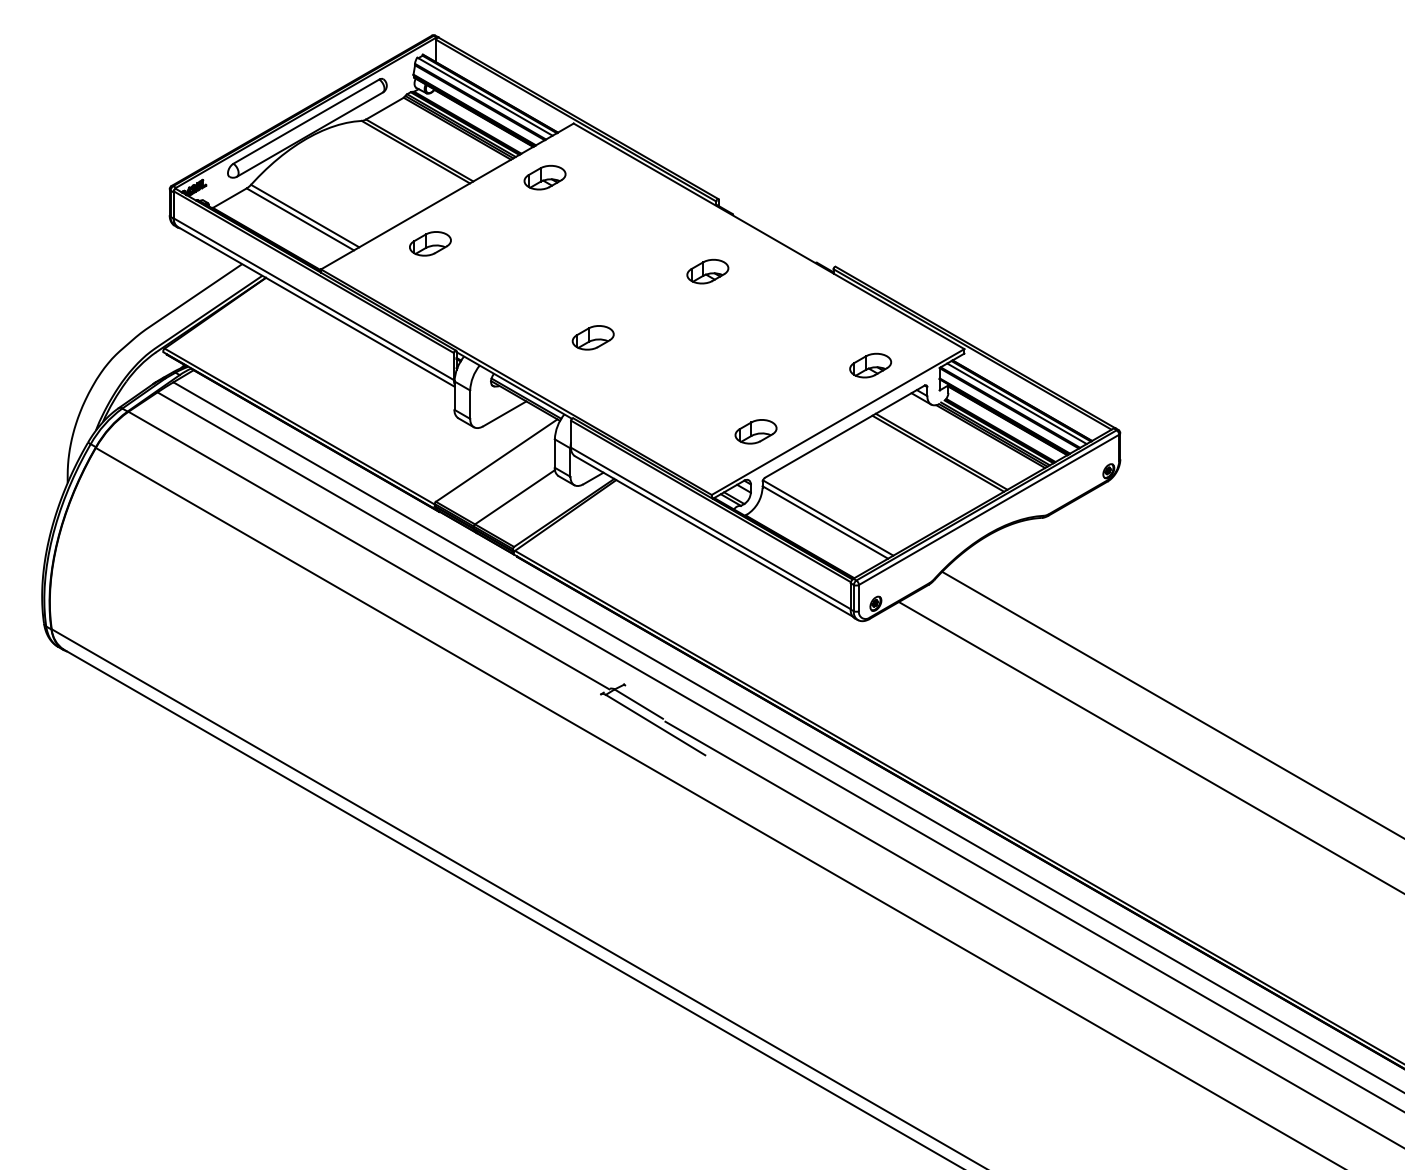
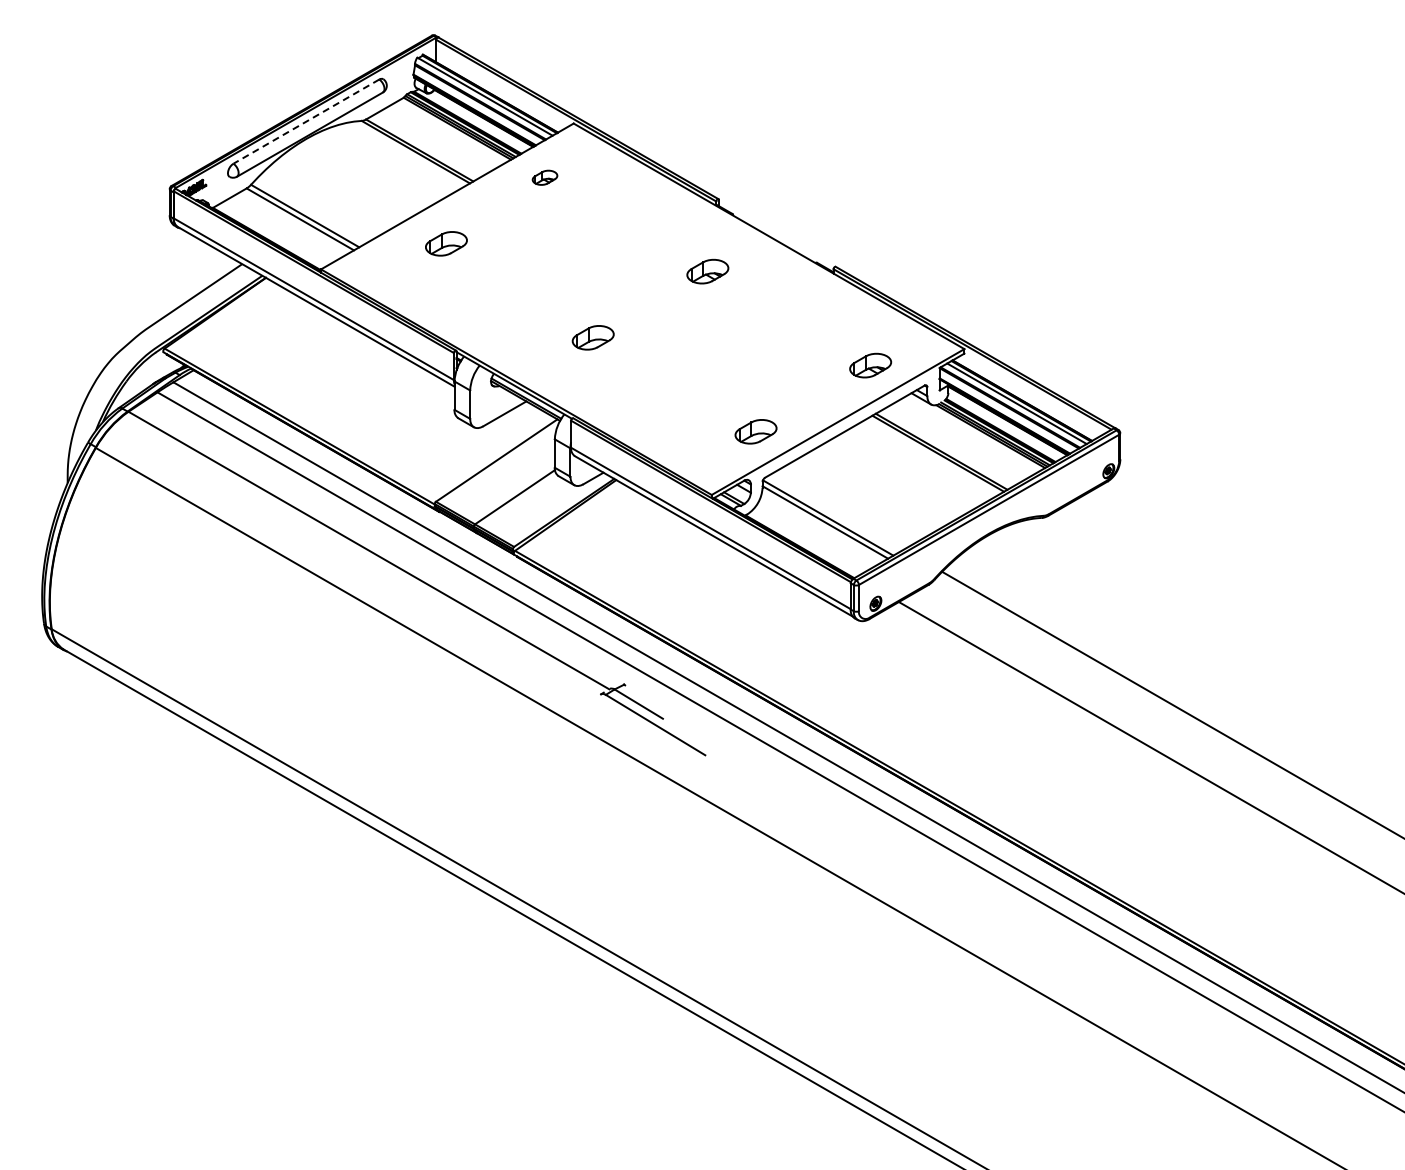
line at (305, 121): solid -> dashed
part at (544, 177) size: 44x26 px -> 28x17 px
part at (430, 243) position: (430, 243) -> (446, 243)
line at (1033, 933): present -> none
